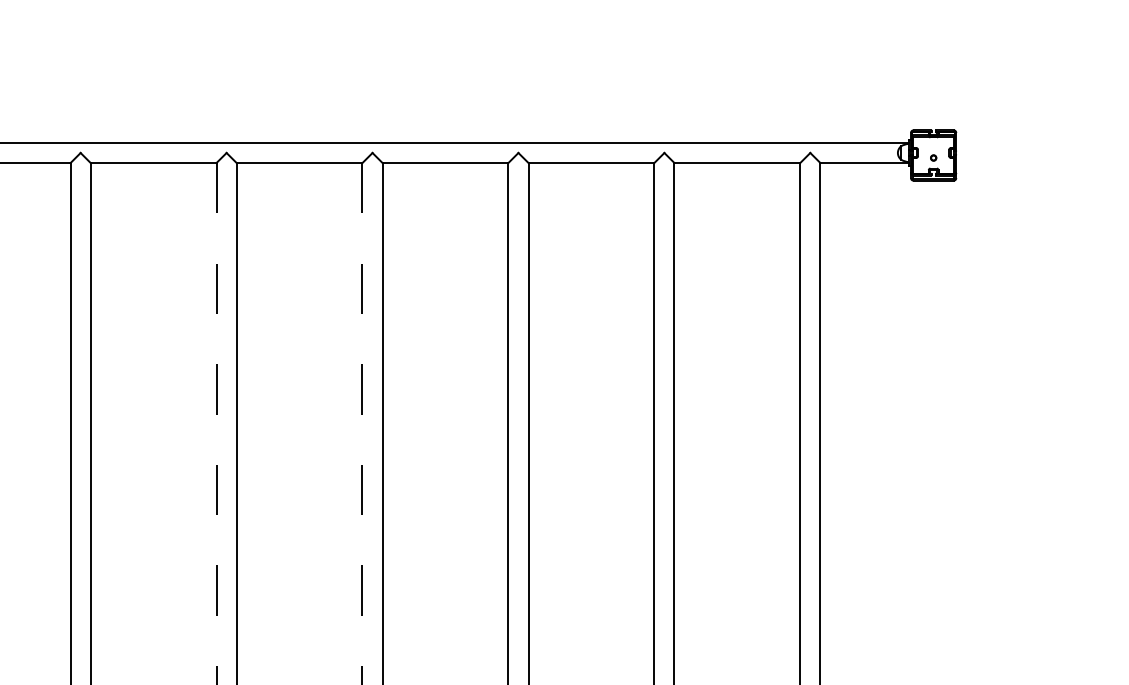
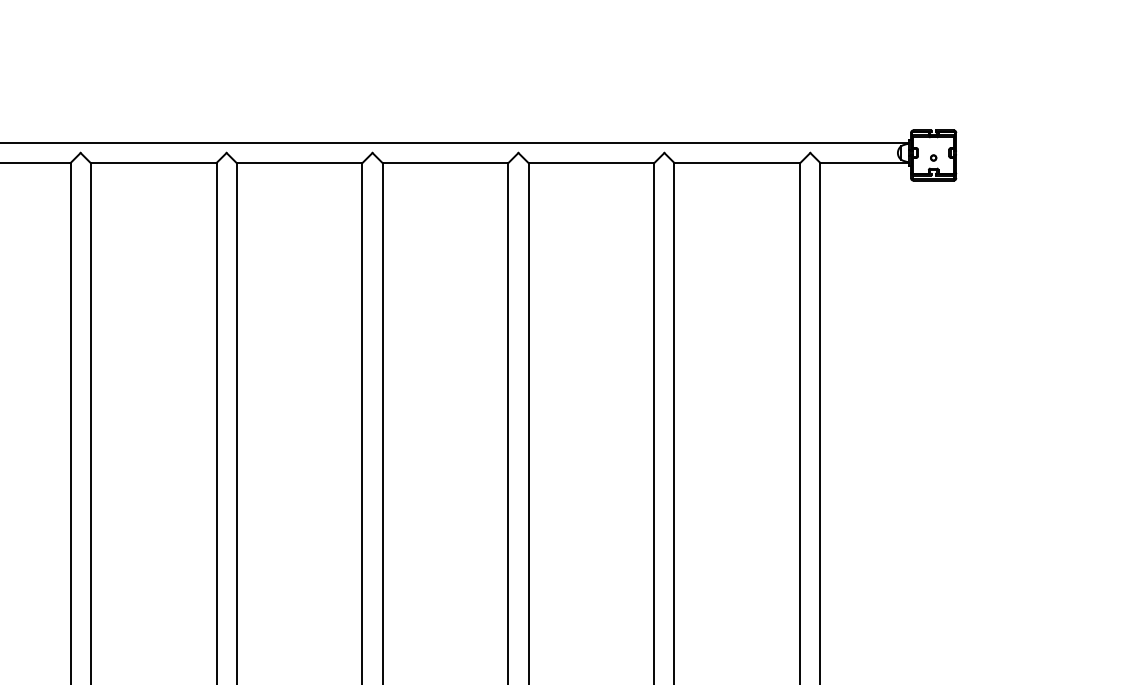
line at (216, 423): dashed -> solid
line at (362, 423): dashed -> solid
